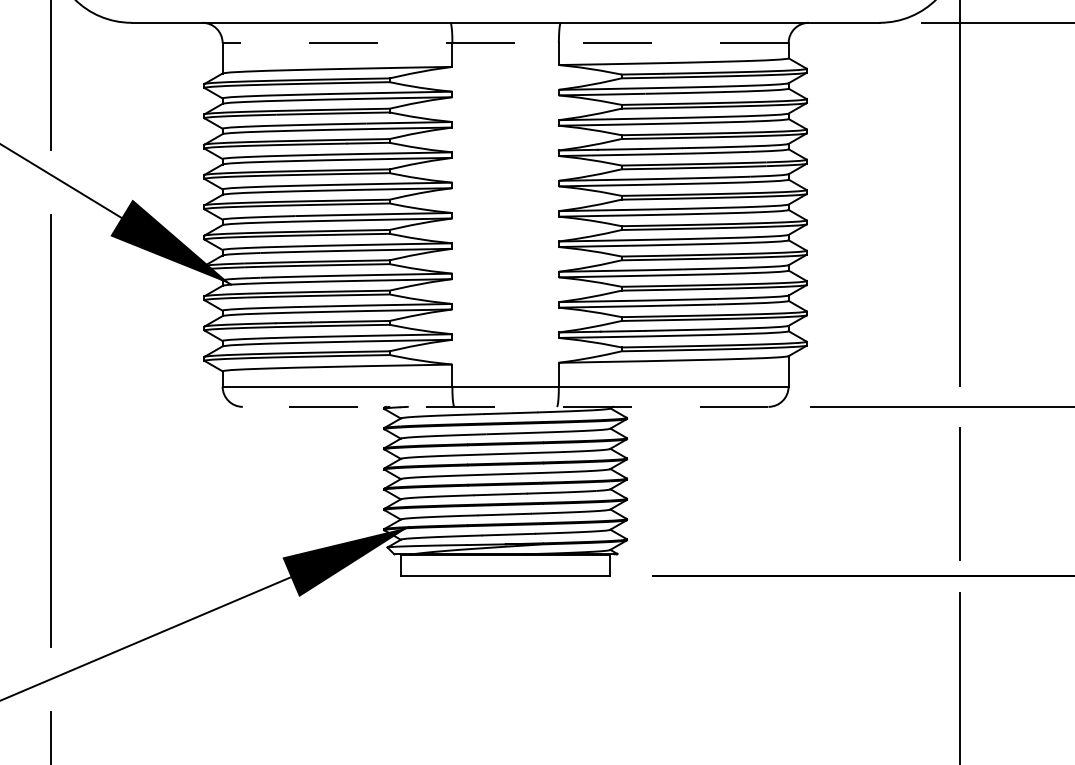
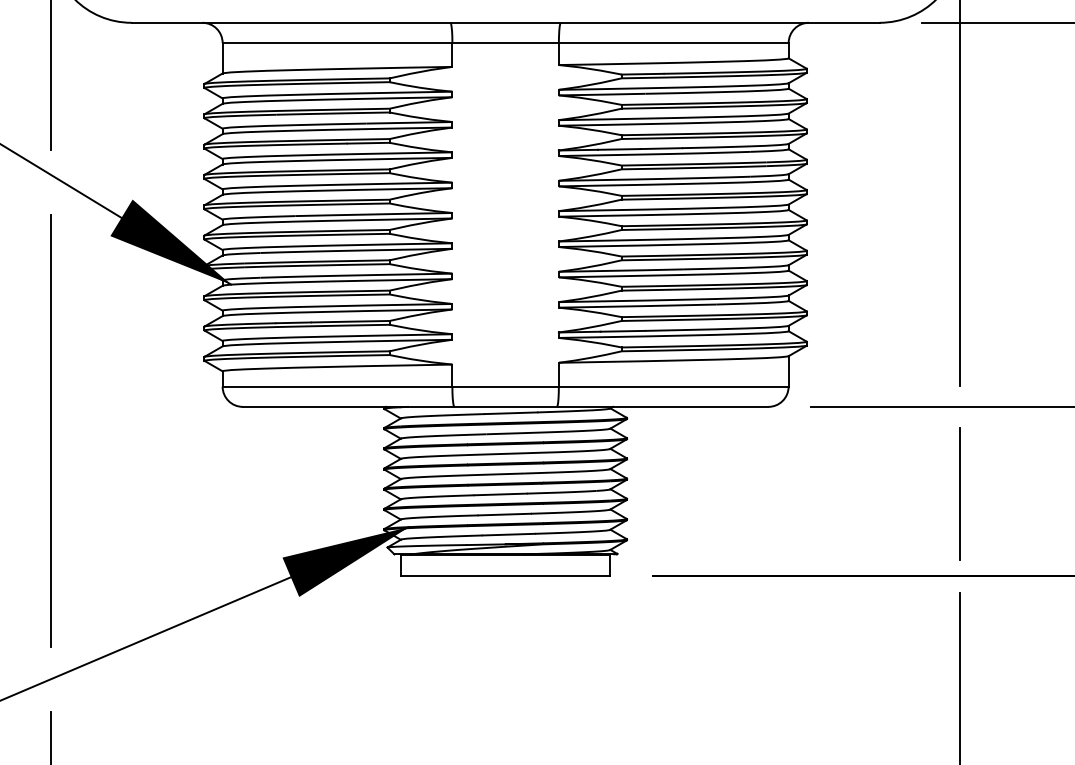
line at (505, 43): dashed -> solid
line at (505, 406): dashed -> solid
